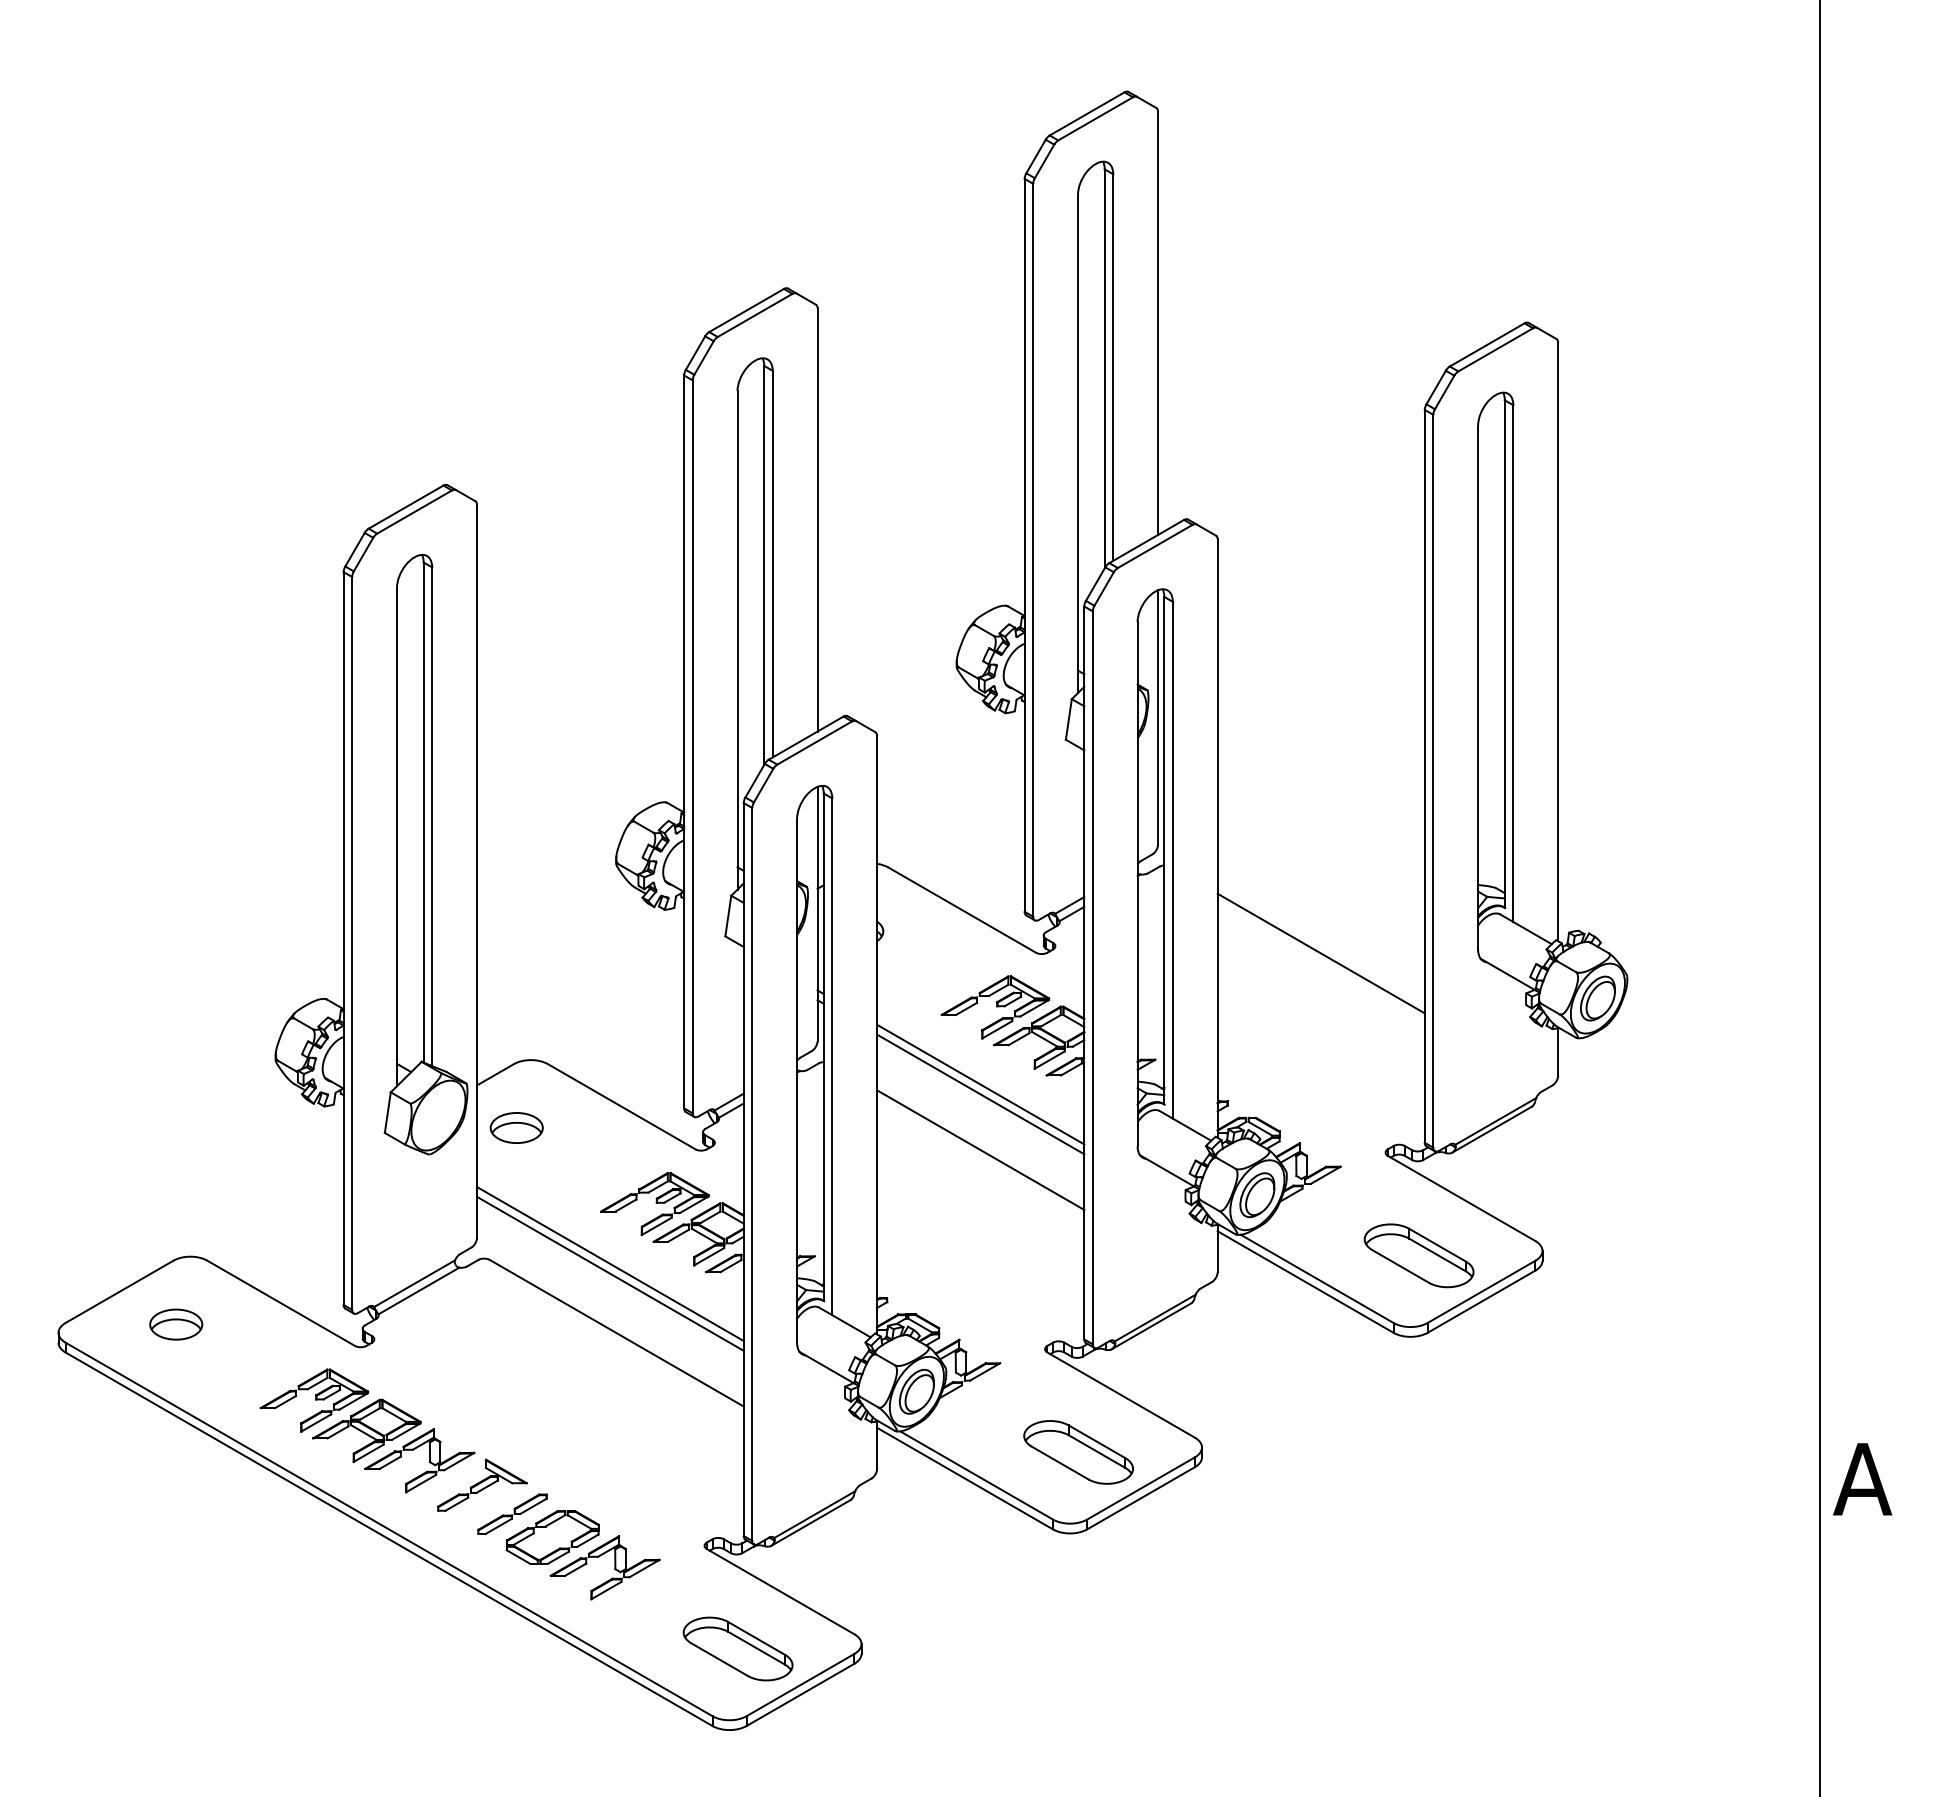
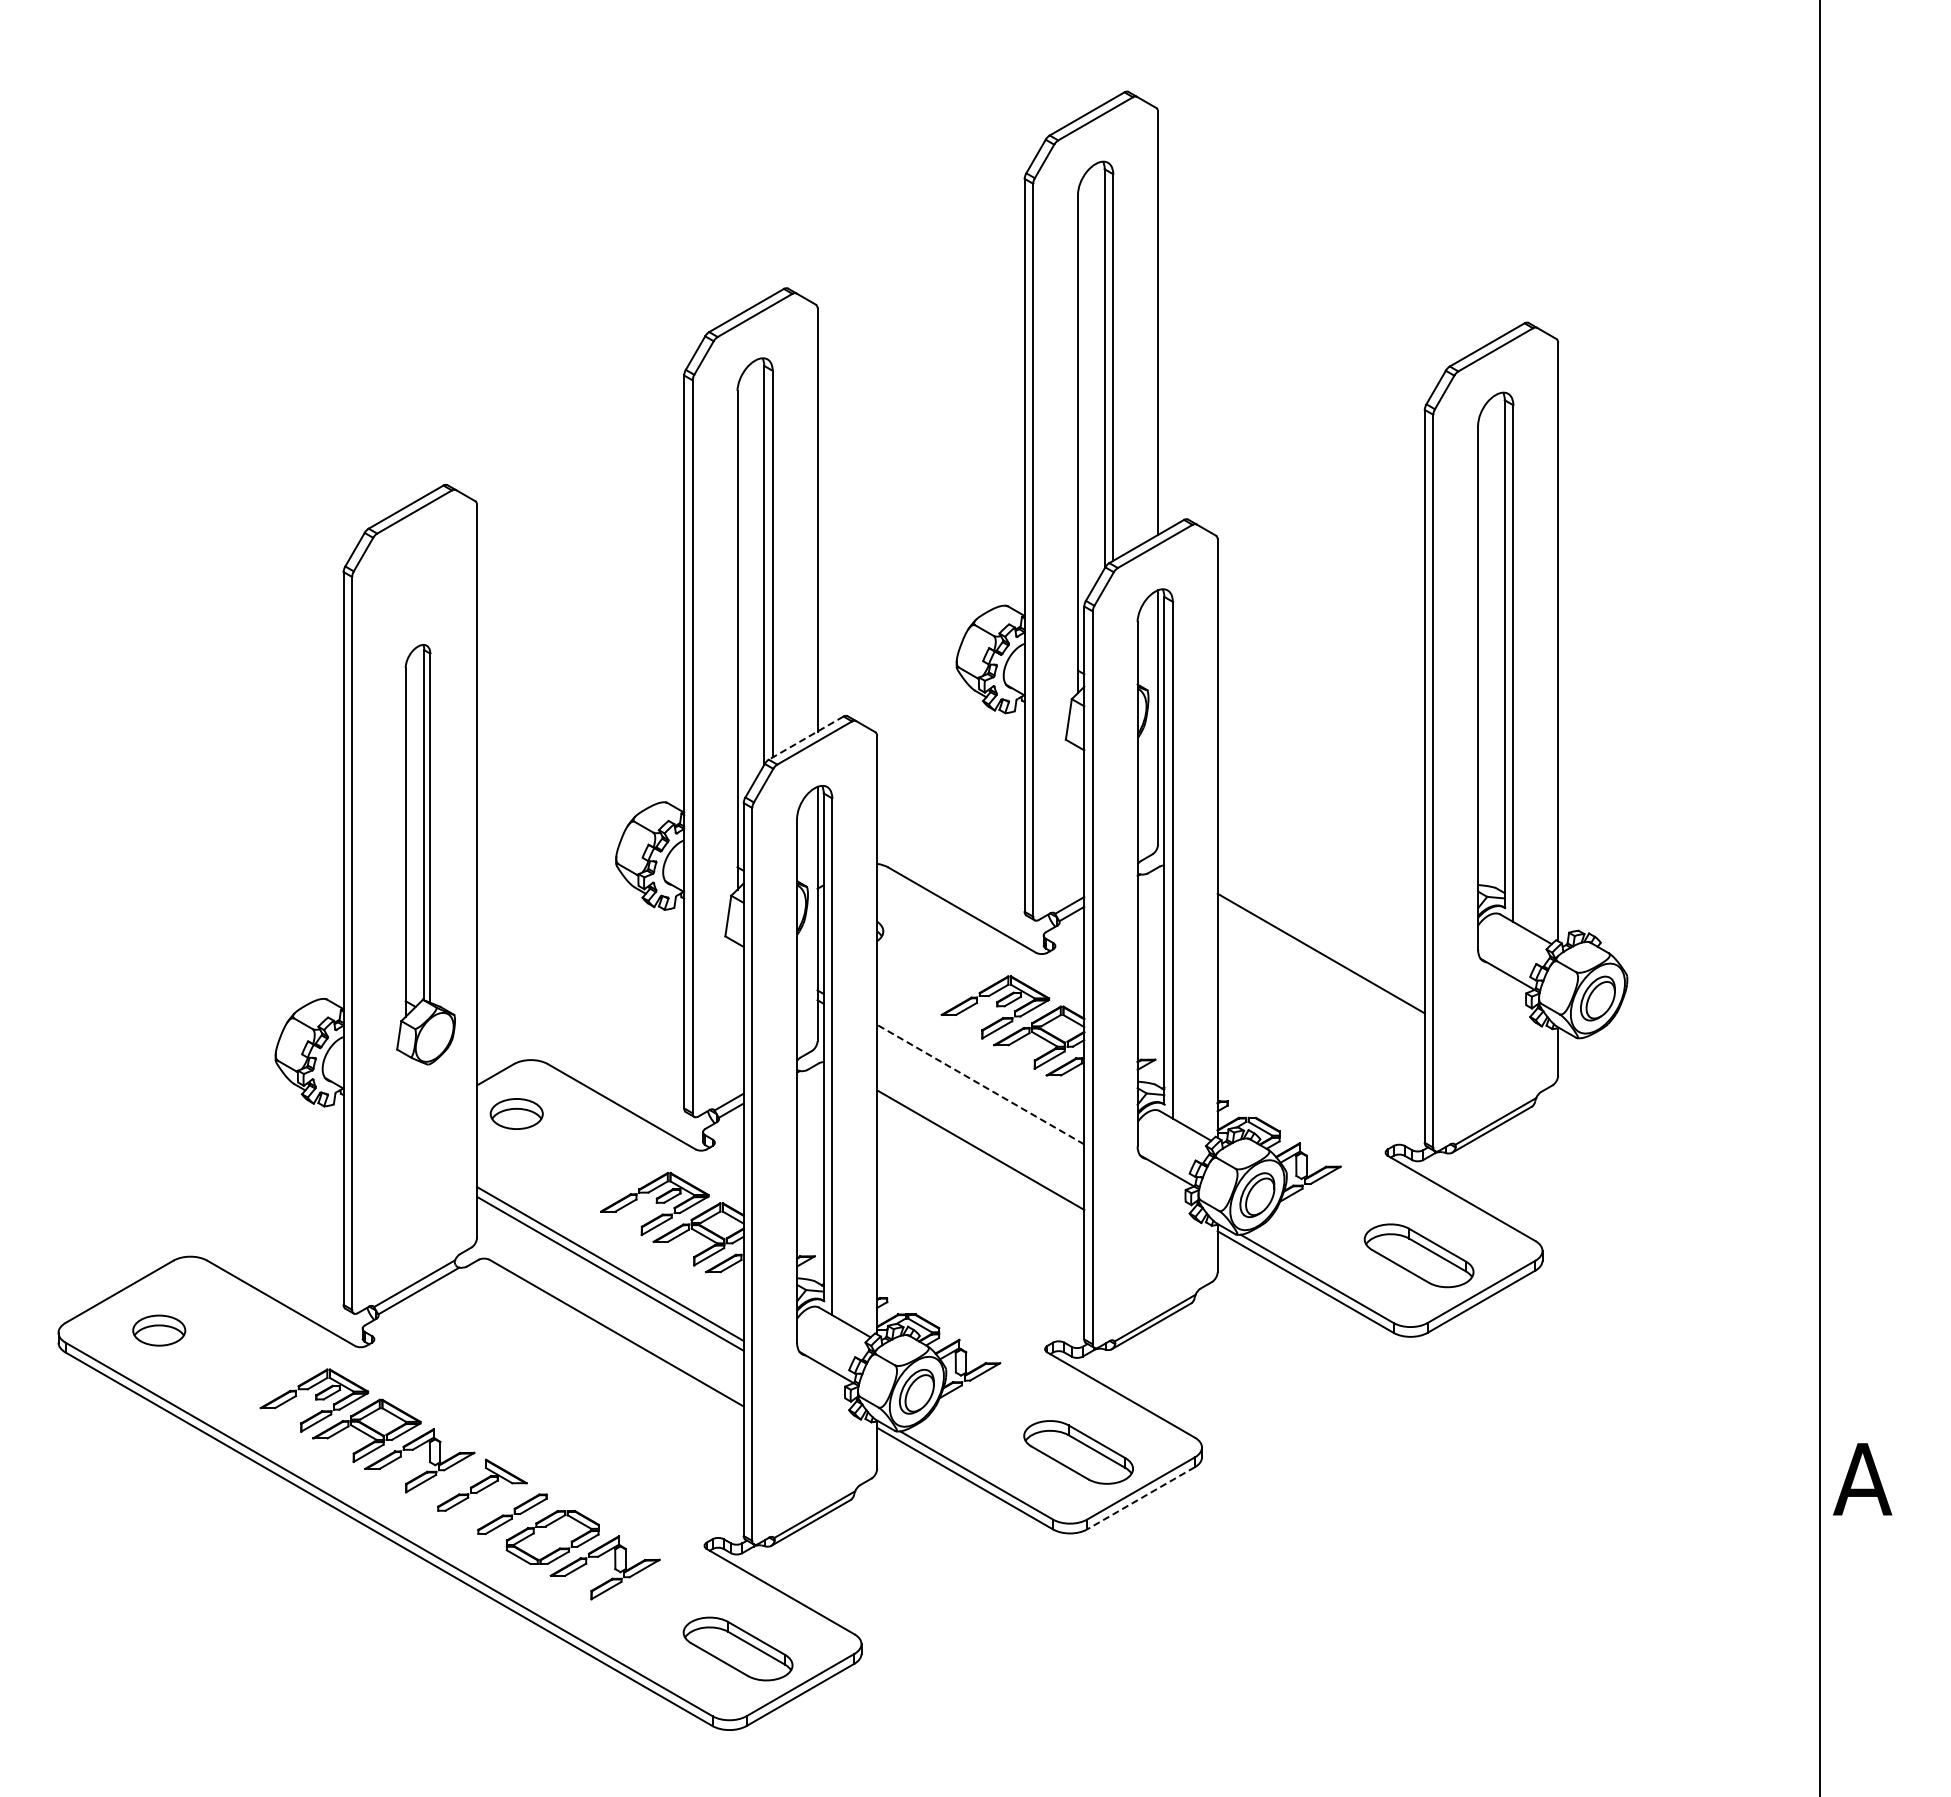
line at (805, 738): solid -> dashed
part at (425, 854) size: 86x602 px -> 60x422 px
line at (980, 1084): solid -> dashed
line at (980, 1094): present -> none
part at (516, 1127) position: (516, 1127) -> (516, 1113)
part at (176, 1324) position: (176, 1324) -> (159, 1330)
line at (1140, 1498): solid -> dashed
